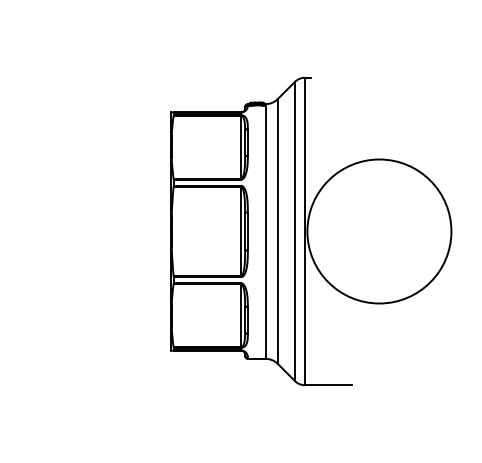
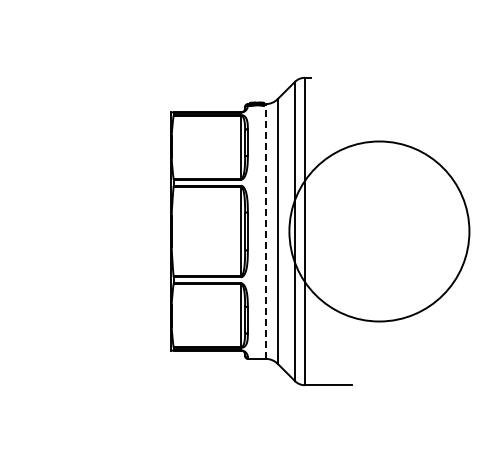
line at (265, 231): solid -> dashed
circle at (379, 231) diameter: 144 px -> 180 px
